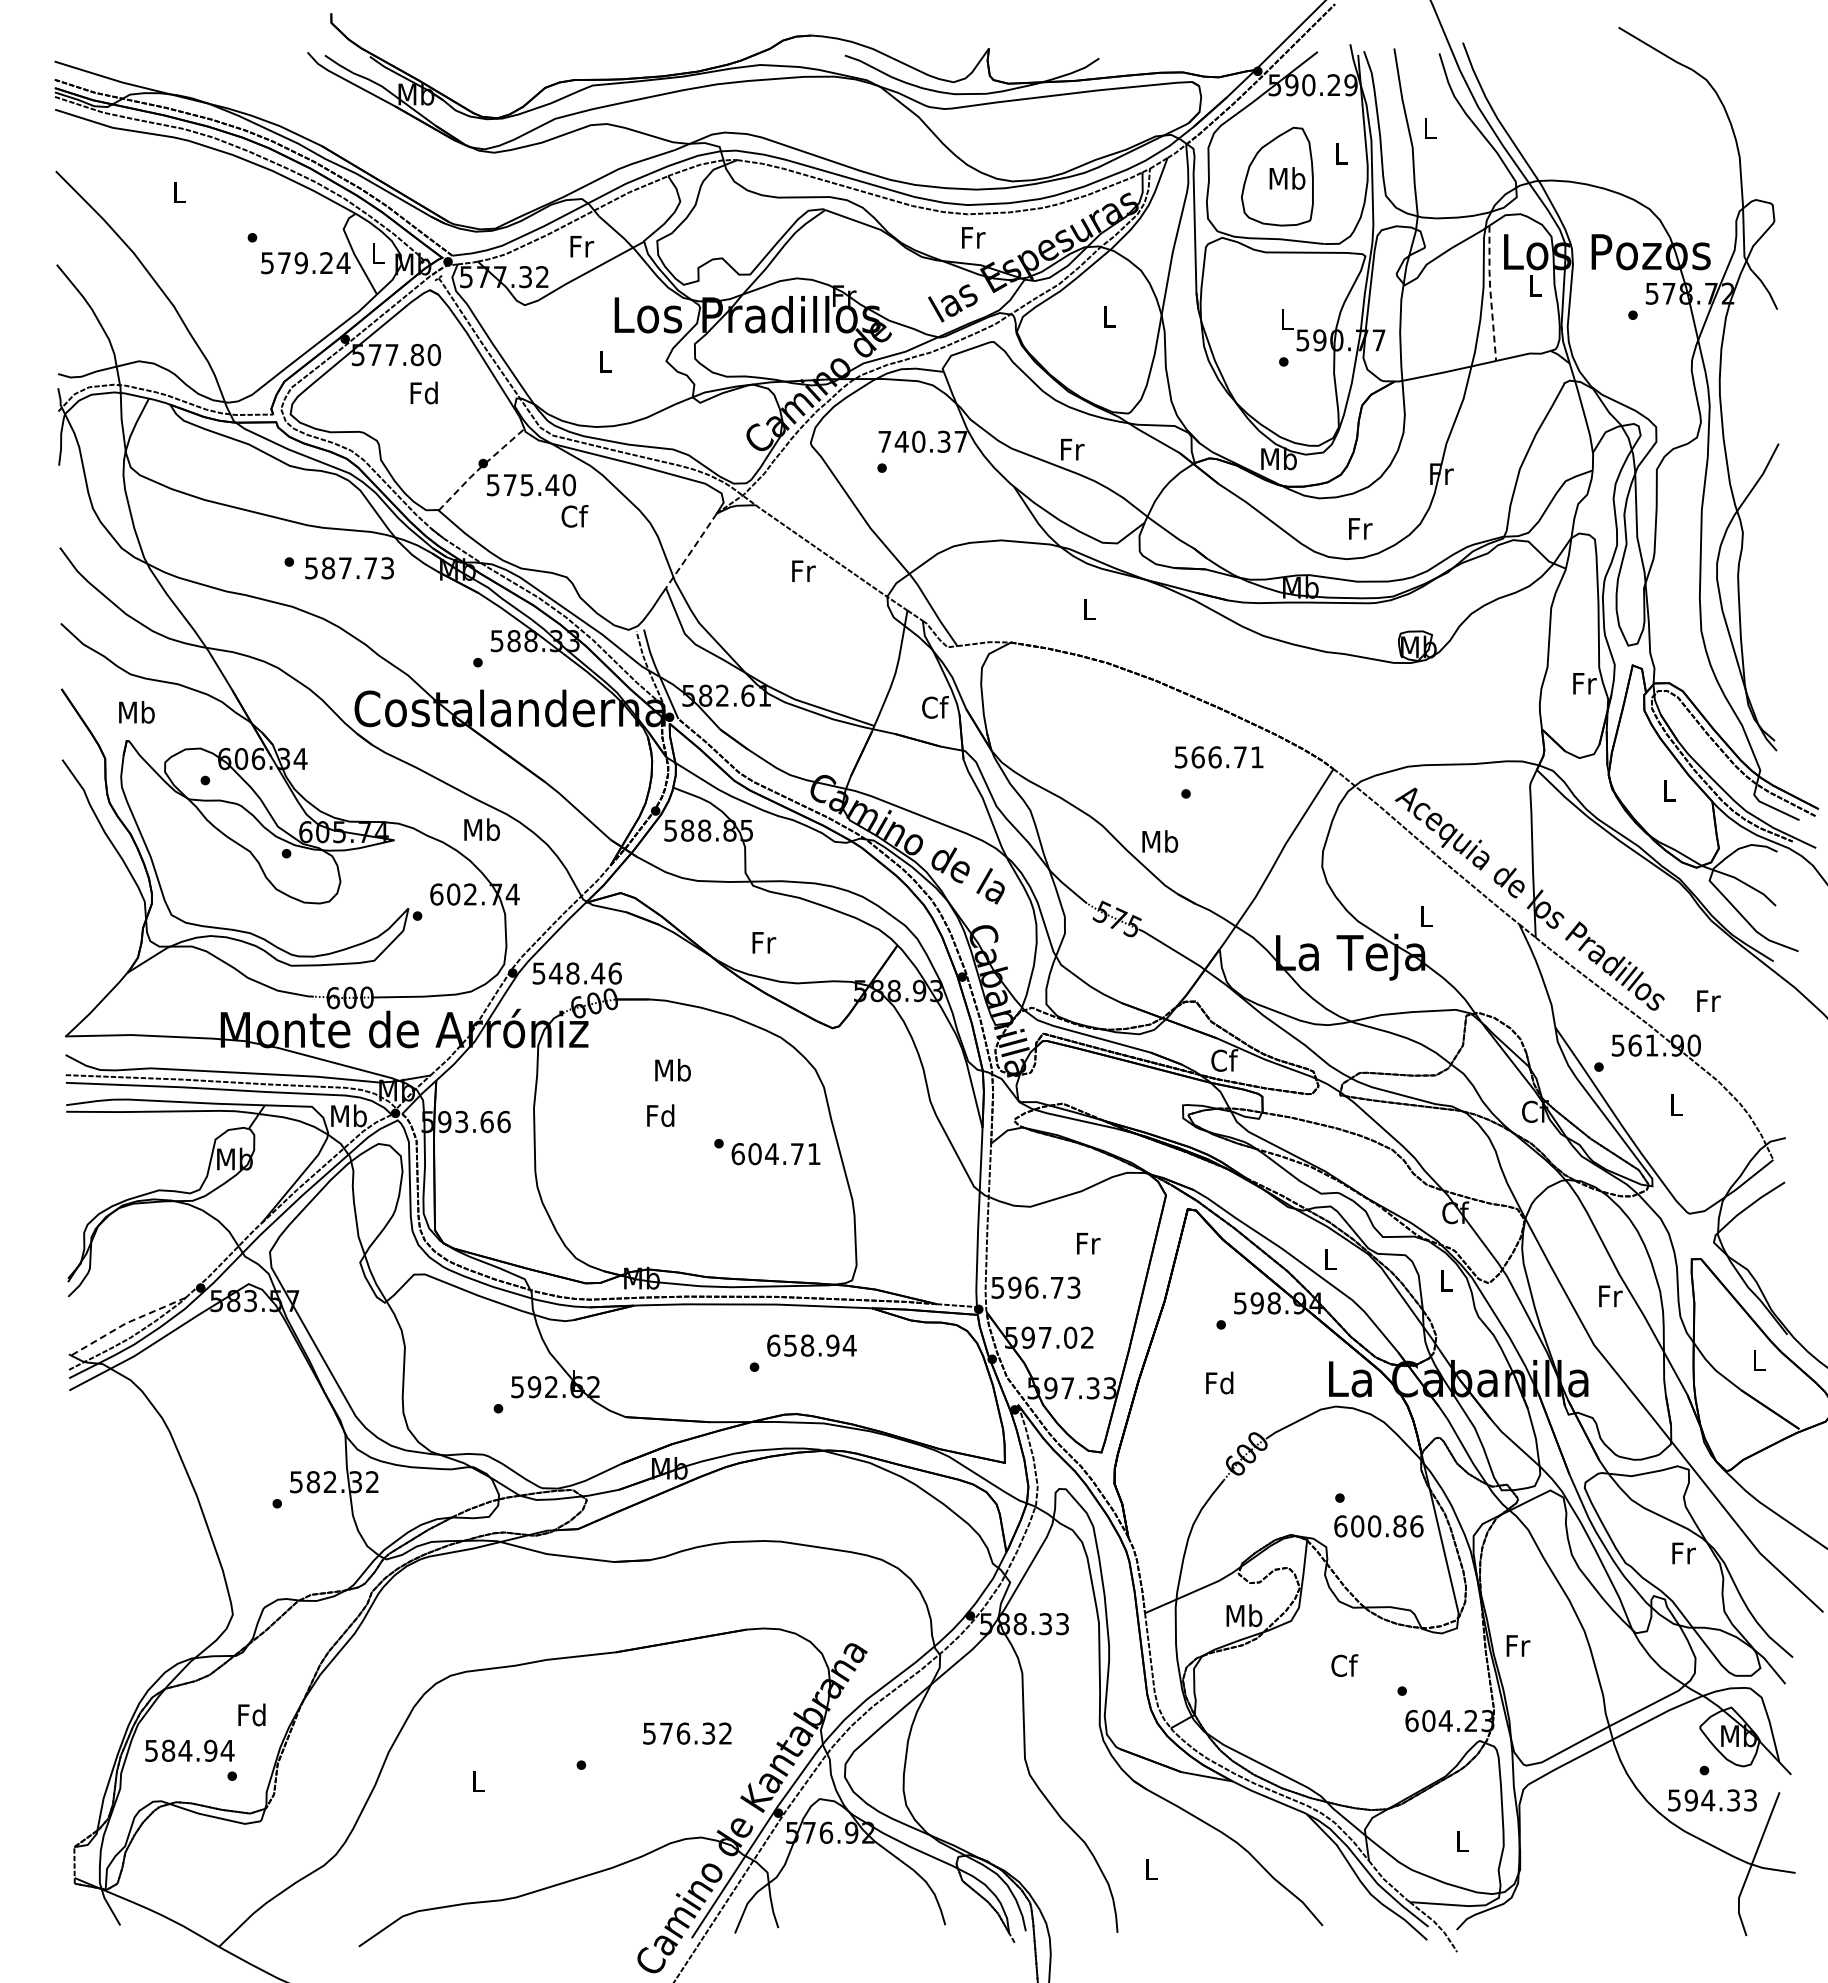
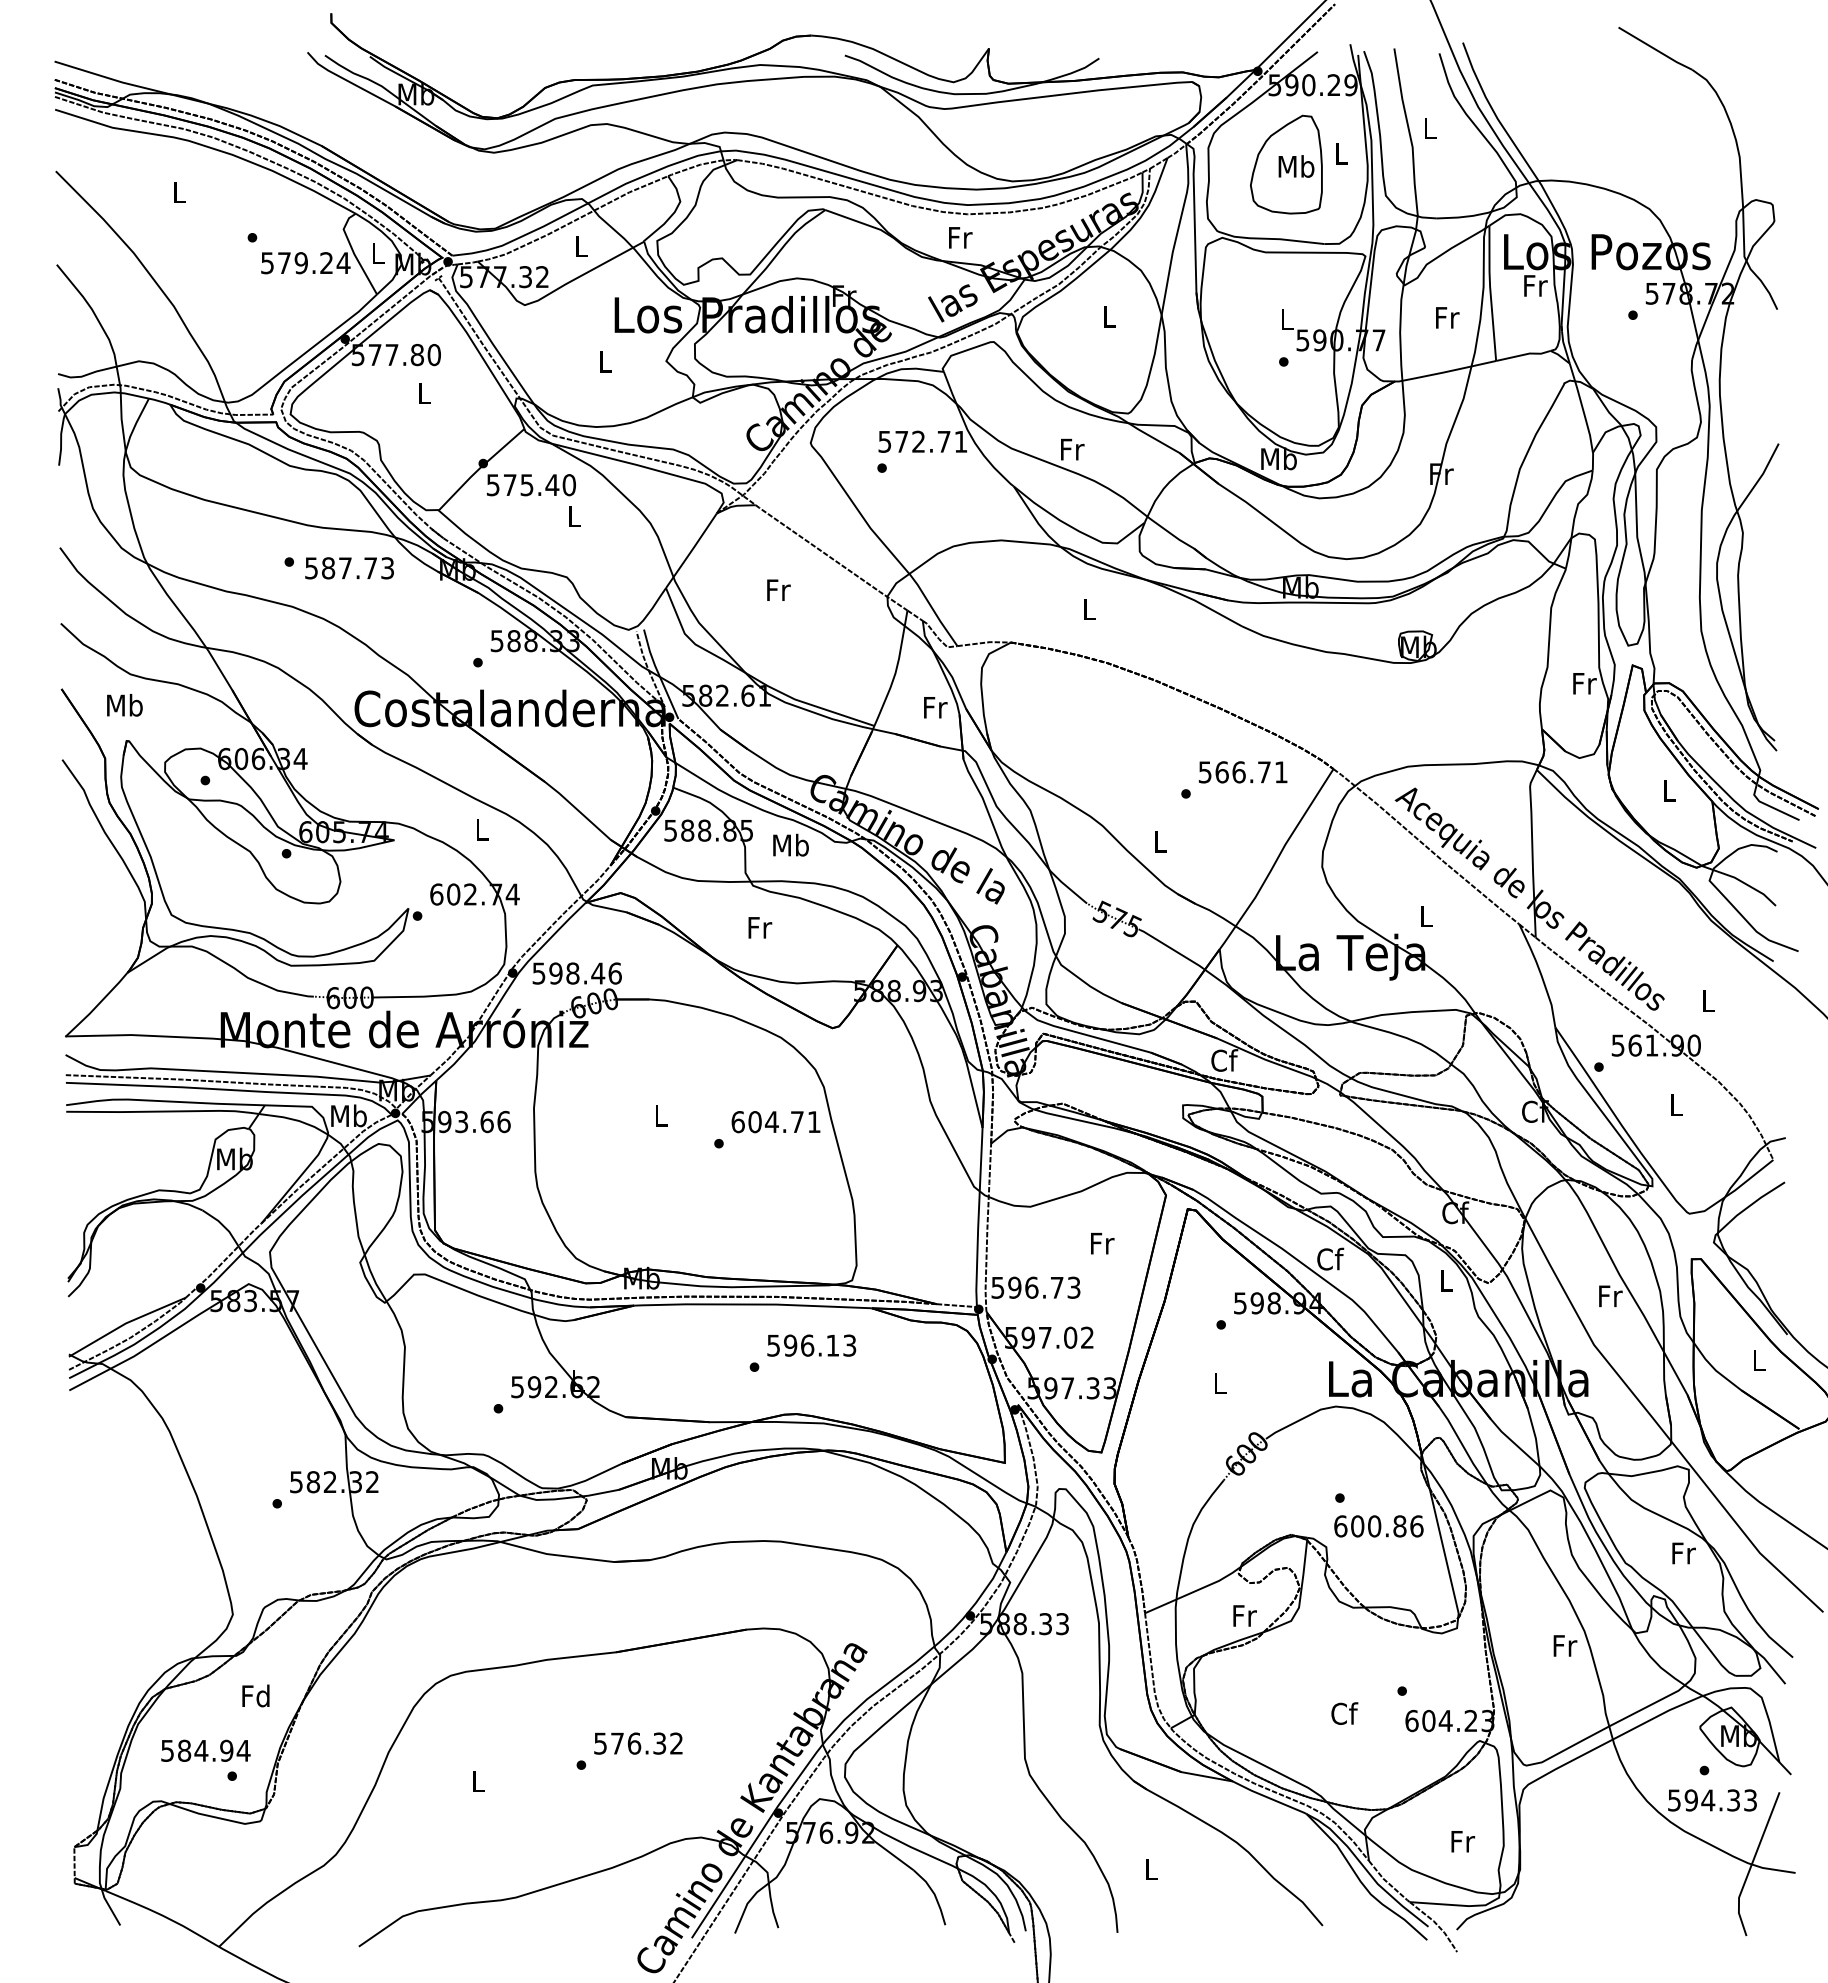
part at (1277, 176) position: (1277, 176) -> (1286, 164)
text at (973, 237) position: (973, 237) -> (960, 237)
text at (582, 246): Fr -> L
text at (1535, 285): L -> Fr
line at (1490, 292): dashed -> solid
text at (423, 392): Fd -> L
text at (922, 441): 740.37 -> 572.71
line at (480, 468): dashed -> solid
text at (574, 516): Cf -> L
text at (1360, 528) position: (1360, 528) -> (1447, 317)
line at (691, 550): dashed -> solid
text at (803, 570) position: (803, 570) -> (778, 589)
text at (935, 707): Cf -> Fr
text at (136, 712) position: (136, 712) -> (124, 705)
text at (1218, 757) position: (1218, 757) -> (1242, 772)
text at (481, 829): Mb -> L
text at (1160, 841): Mb -> L
text at (764, 942) position: (764, 942) -> (760, 927)
text at (555, 973): 548.46 -> 598.46
text at (1708, 1000): Fr -> L
text at (672, 1069) position: (672, 1069) -> (790, 844)
text at (660, 1115): Fd -> L
text at (775, 1154) position: (775, 1154) -> (775, 1122)
text at (1088, 1243) position: (1088, 1243) -> (1102, 1243)
text at (1330, 1258): L -> Cf
line at (125, 1323): dashed -> solid
text at (811, 1345): 658.94 -> 596.13
text at (1219, 1382): Fd -> L
text at (1244, 1615): Mb -> Fr
text at (1518, 1645) position: (1518, 1645) -> (1565, 1645)
text at (1344, 1665) position: (1344, 1665) -> (1344, 1713)
text at (251, 1714) position: (251, 1714) -> (255, 1695)
text at (687, 1733) position: (687, 1733) -> (638, 1743)
text at (189, 1750) position: (189, 1750) -> (205, 1750)
text at (1463, 1841): L -> Fr
